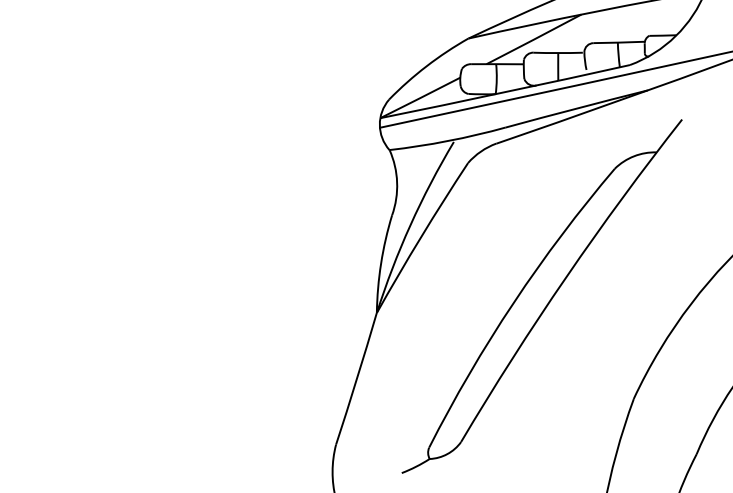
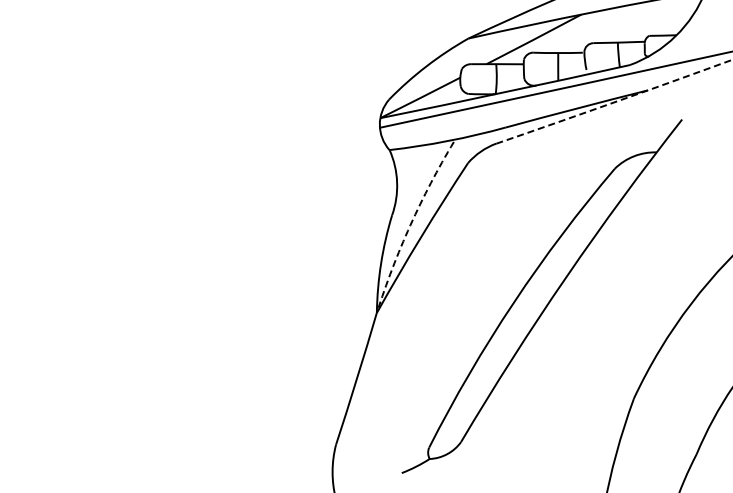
arc at (615, 102): solid -> dashed
arc at (410, 225): solid -> dashed
